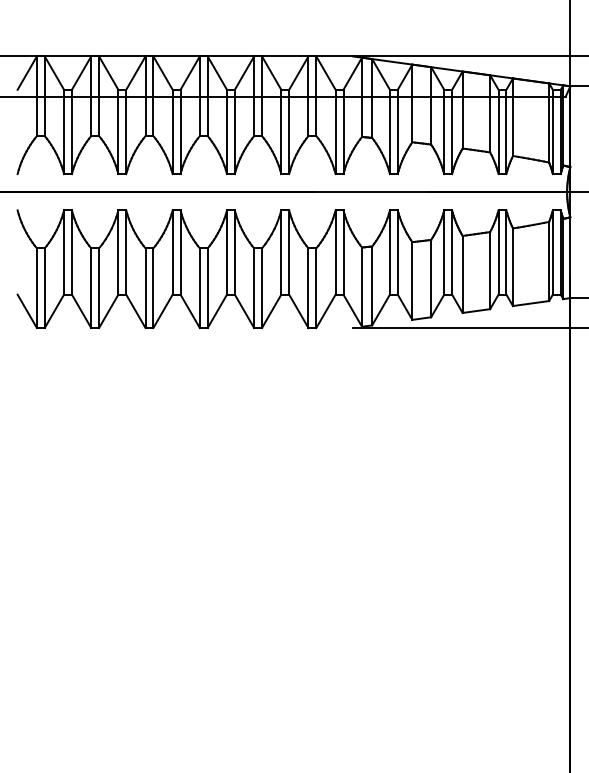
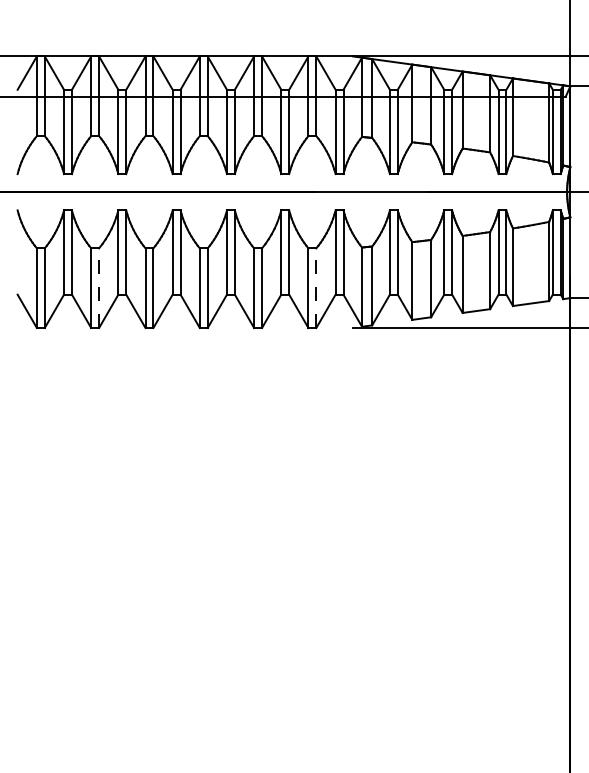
line at (99, 288): solid -> dashed
line at (316, 288): solid -> dashed
